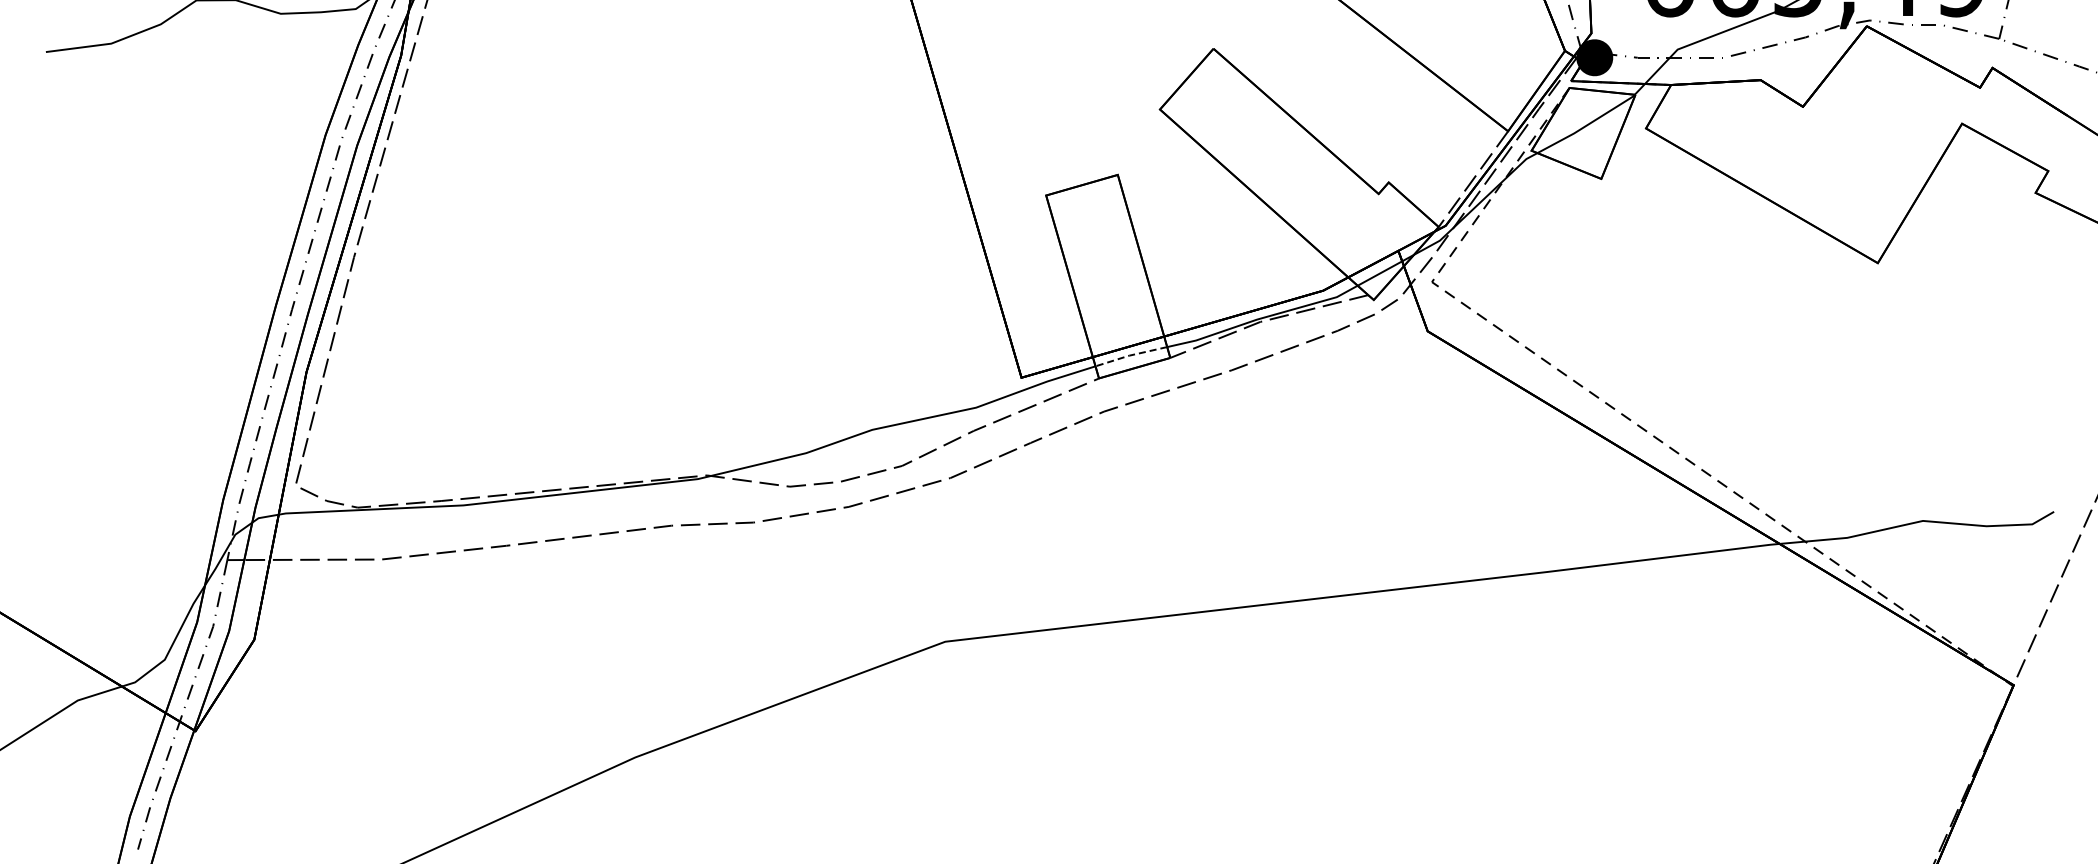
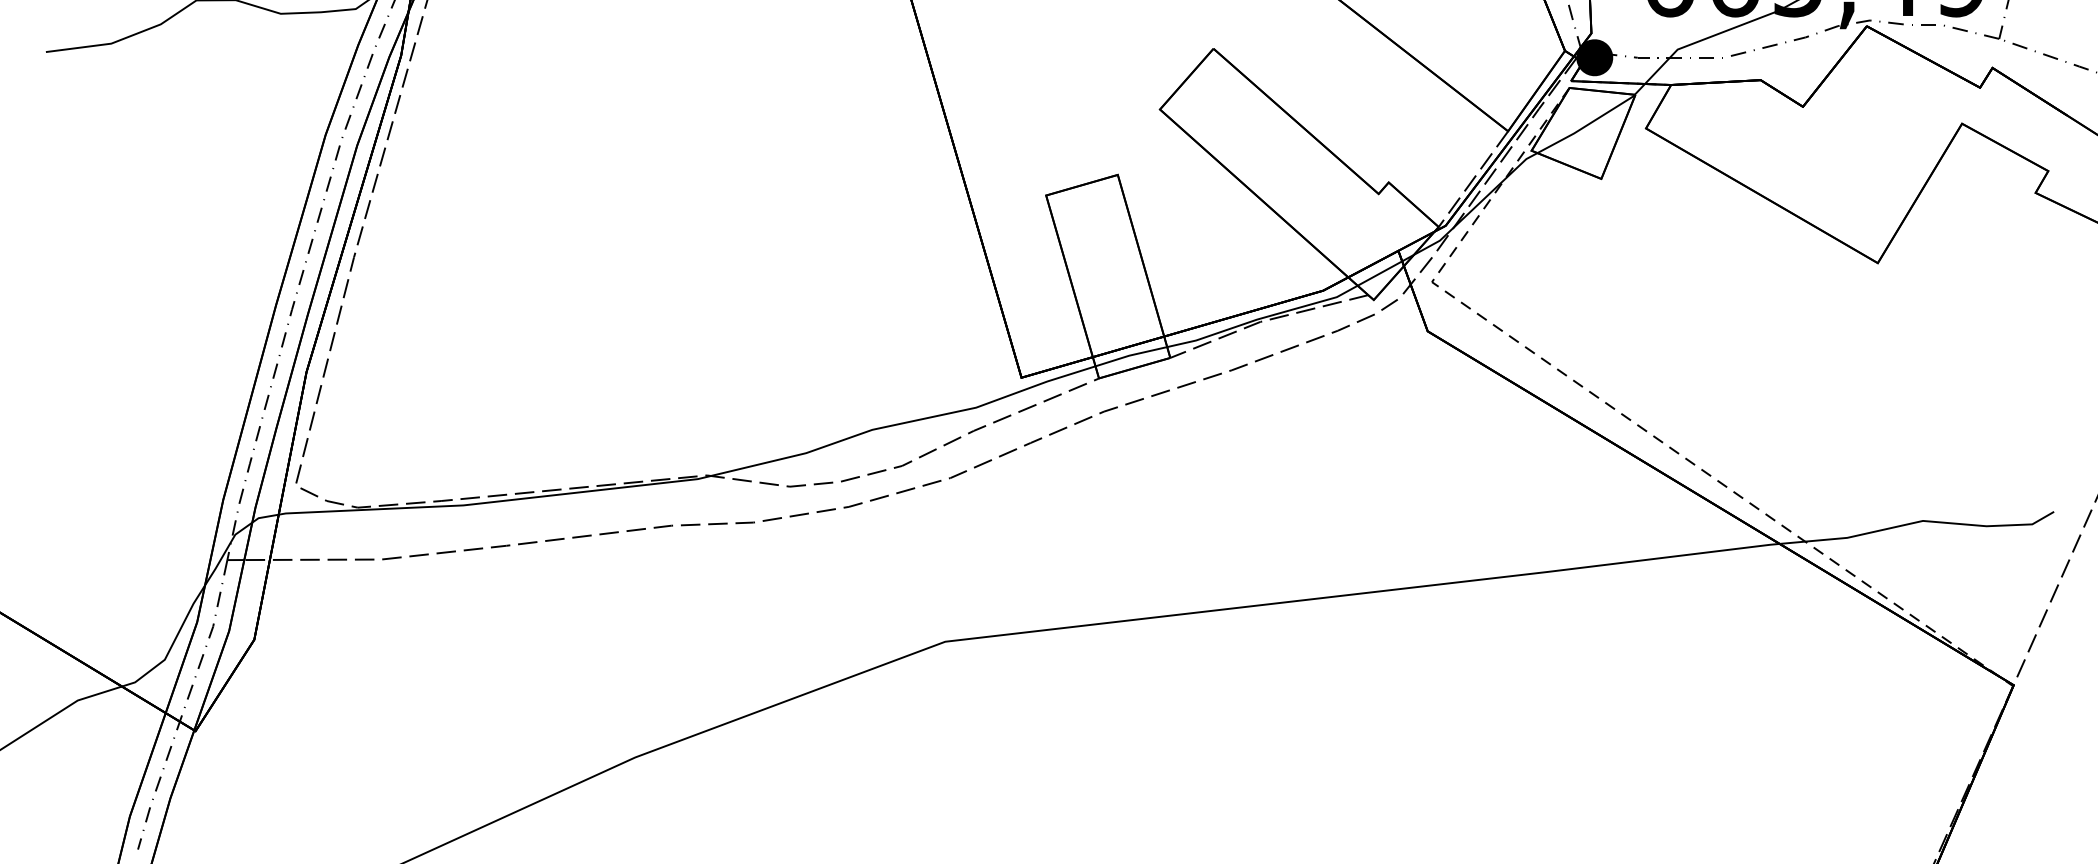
line at (1130, 355): dashed -> solid
